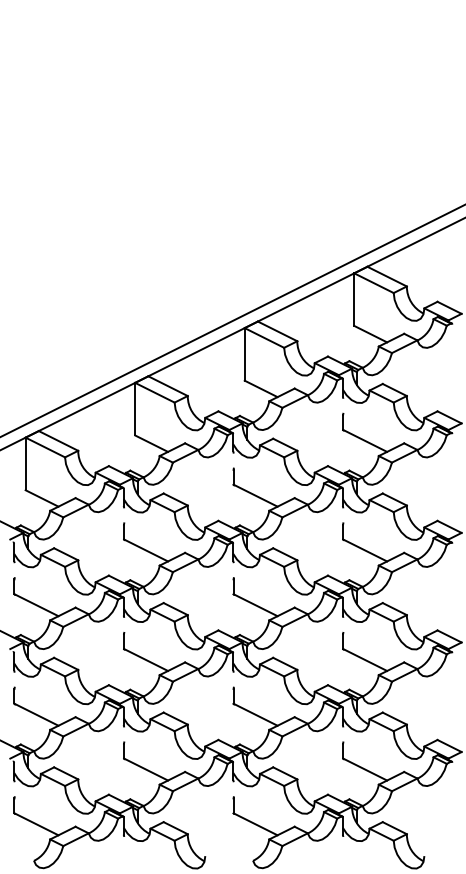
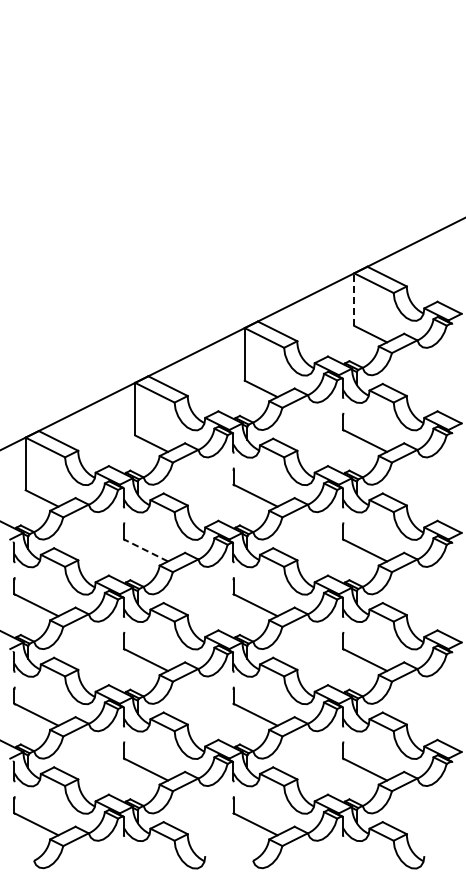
line at (354, 299): solid -> dashed
line at (232, 321): present -> none
line at (146, 550): solid -> dashed
